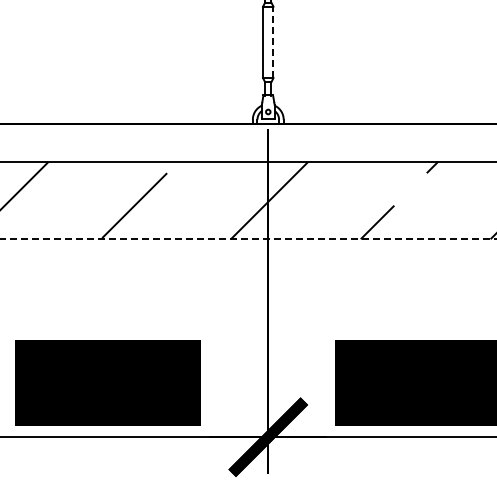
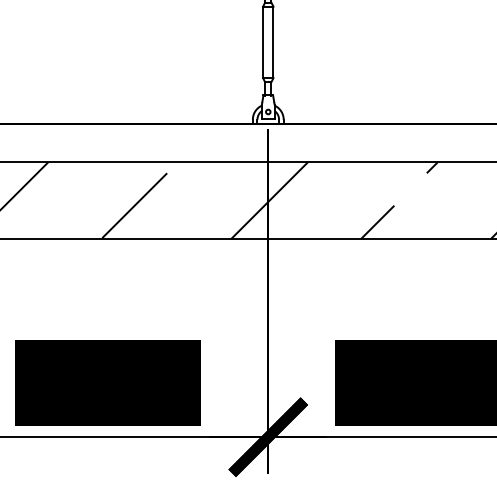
line at (273, 42): dashed -> solid
line at (248, 239): dashed -> solid
